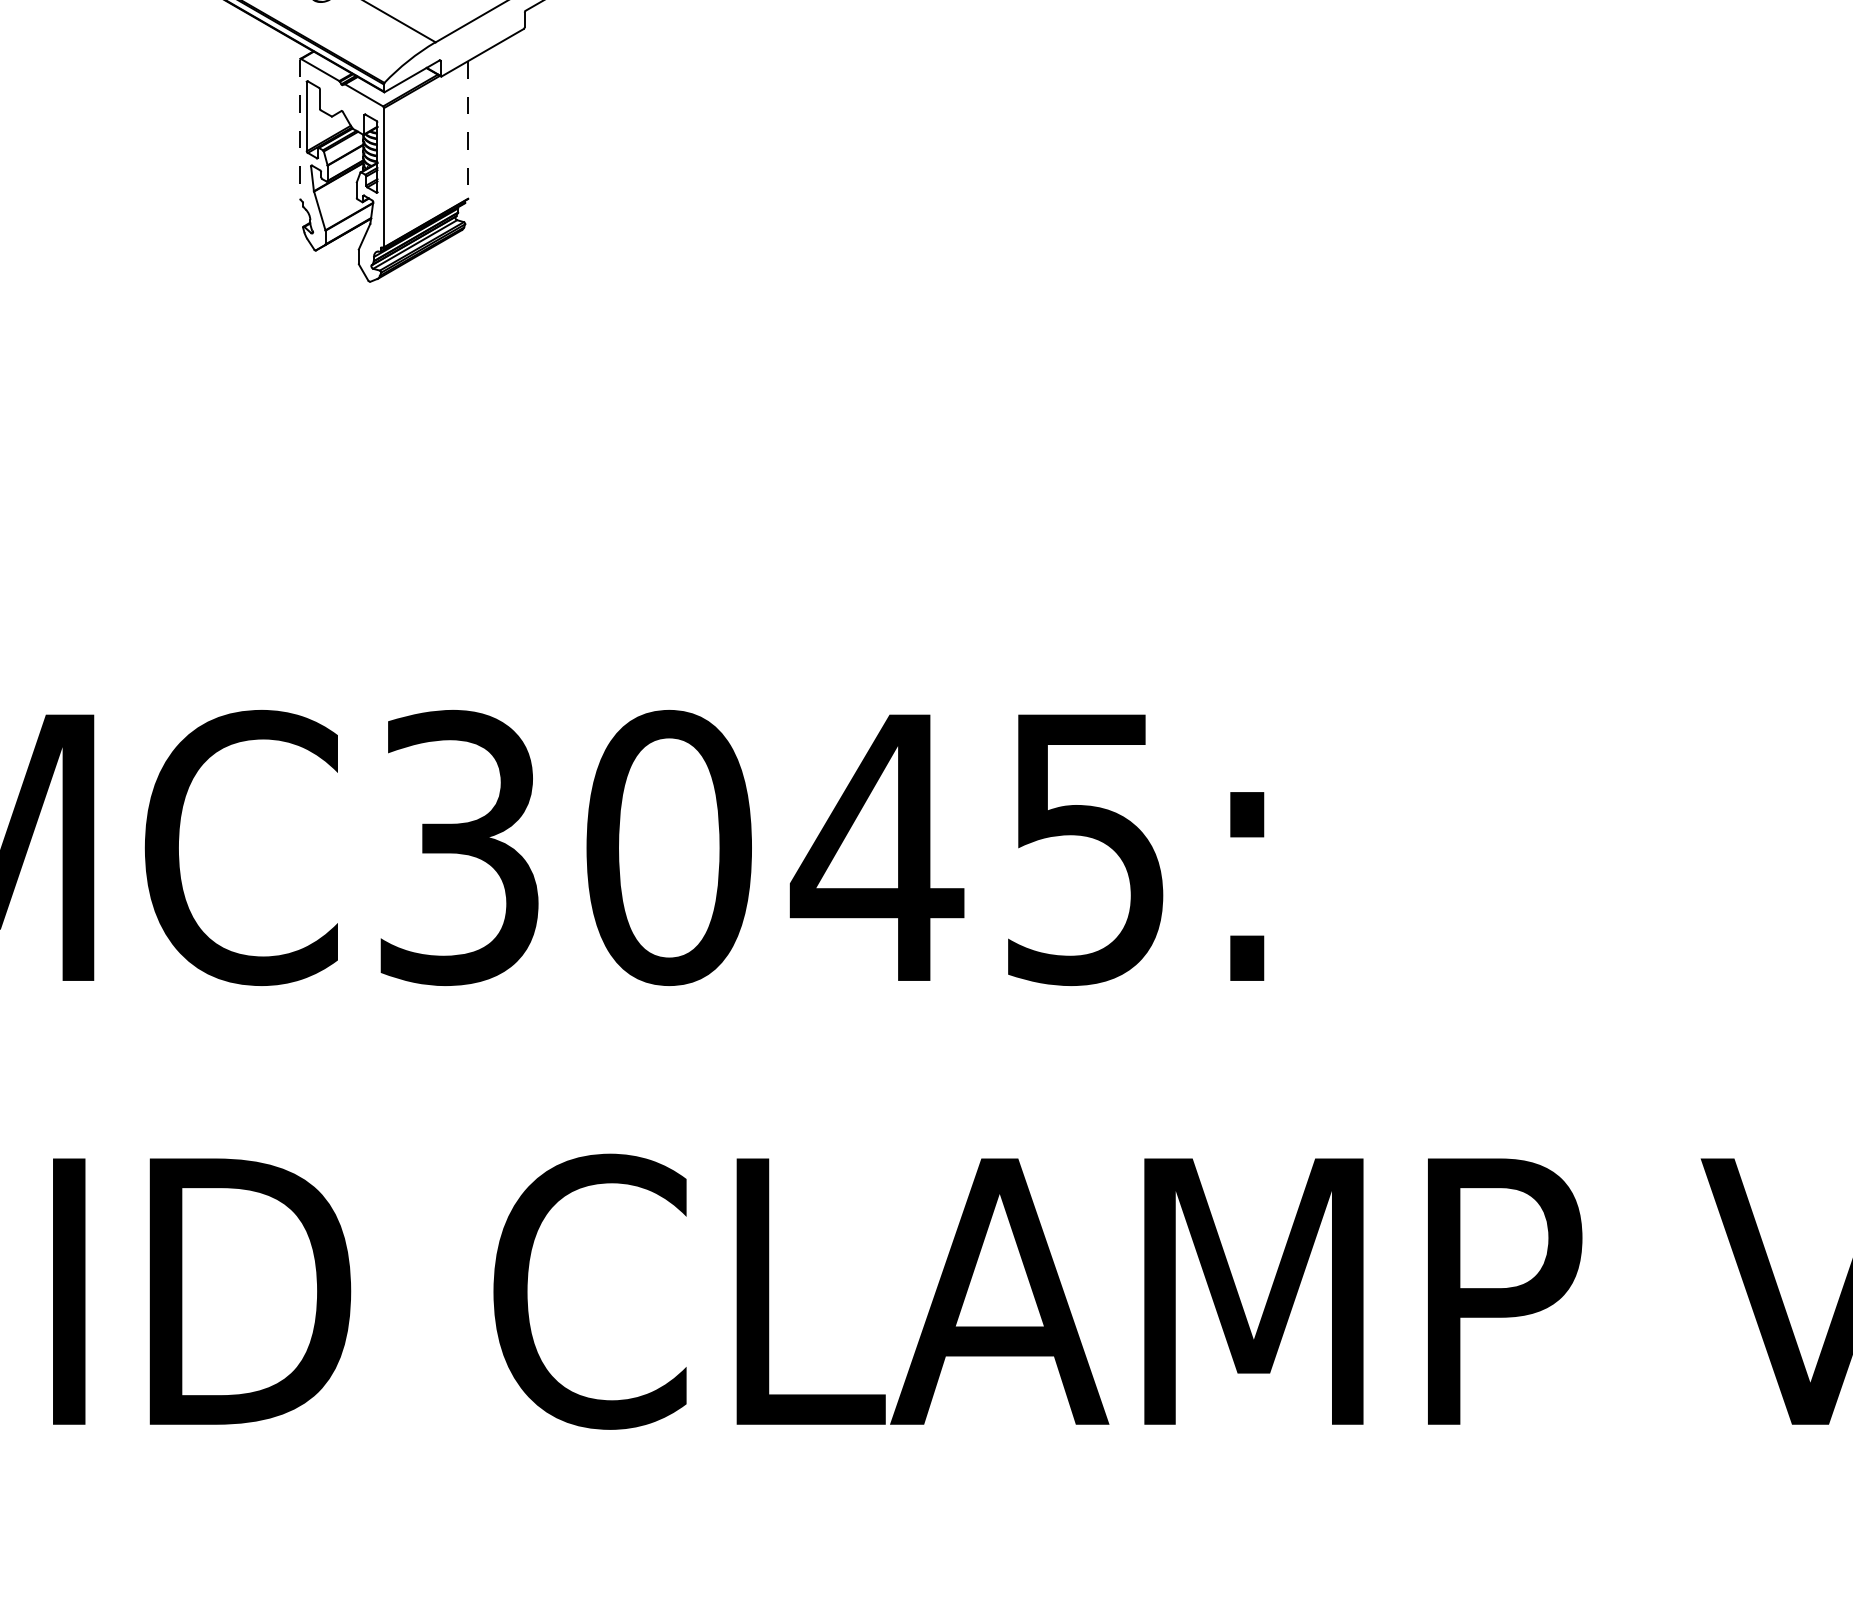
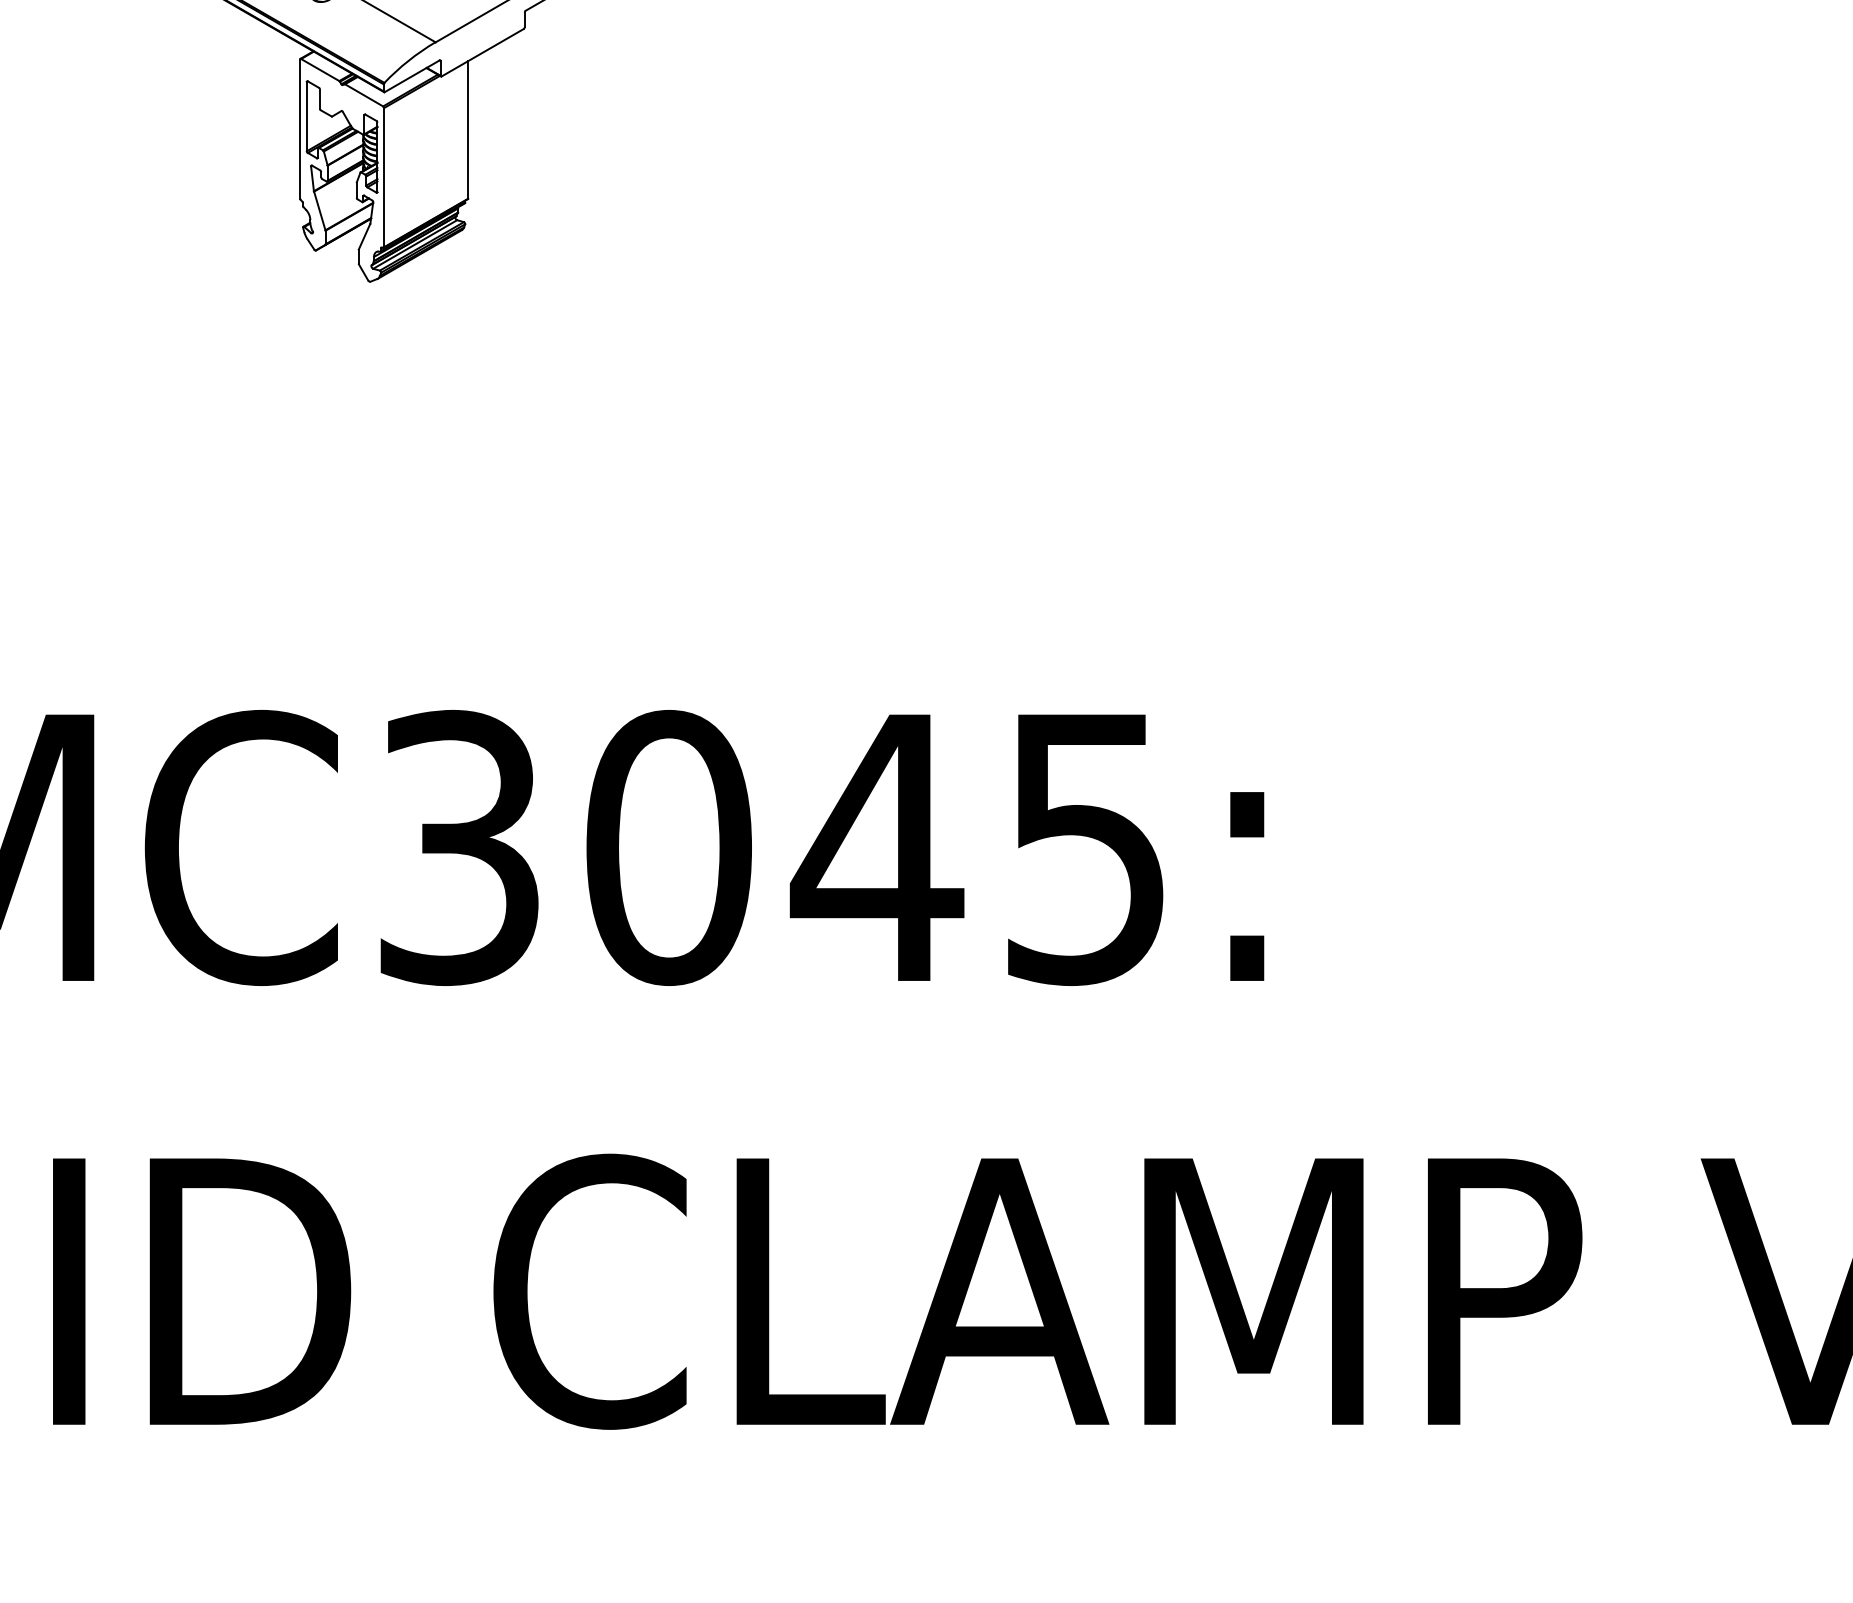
line at (300, 129): dashed -> solid
line at (468, 129): dashed -> solid
